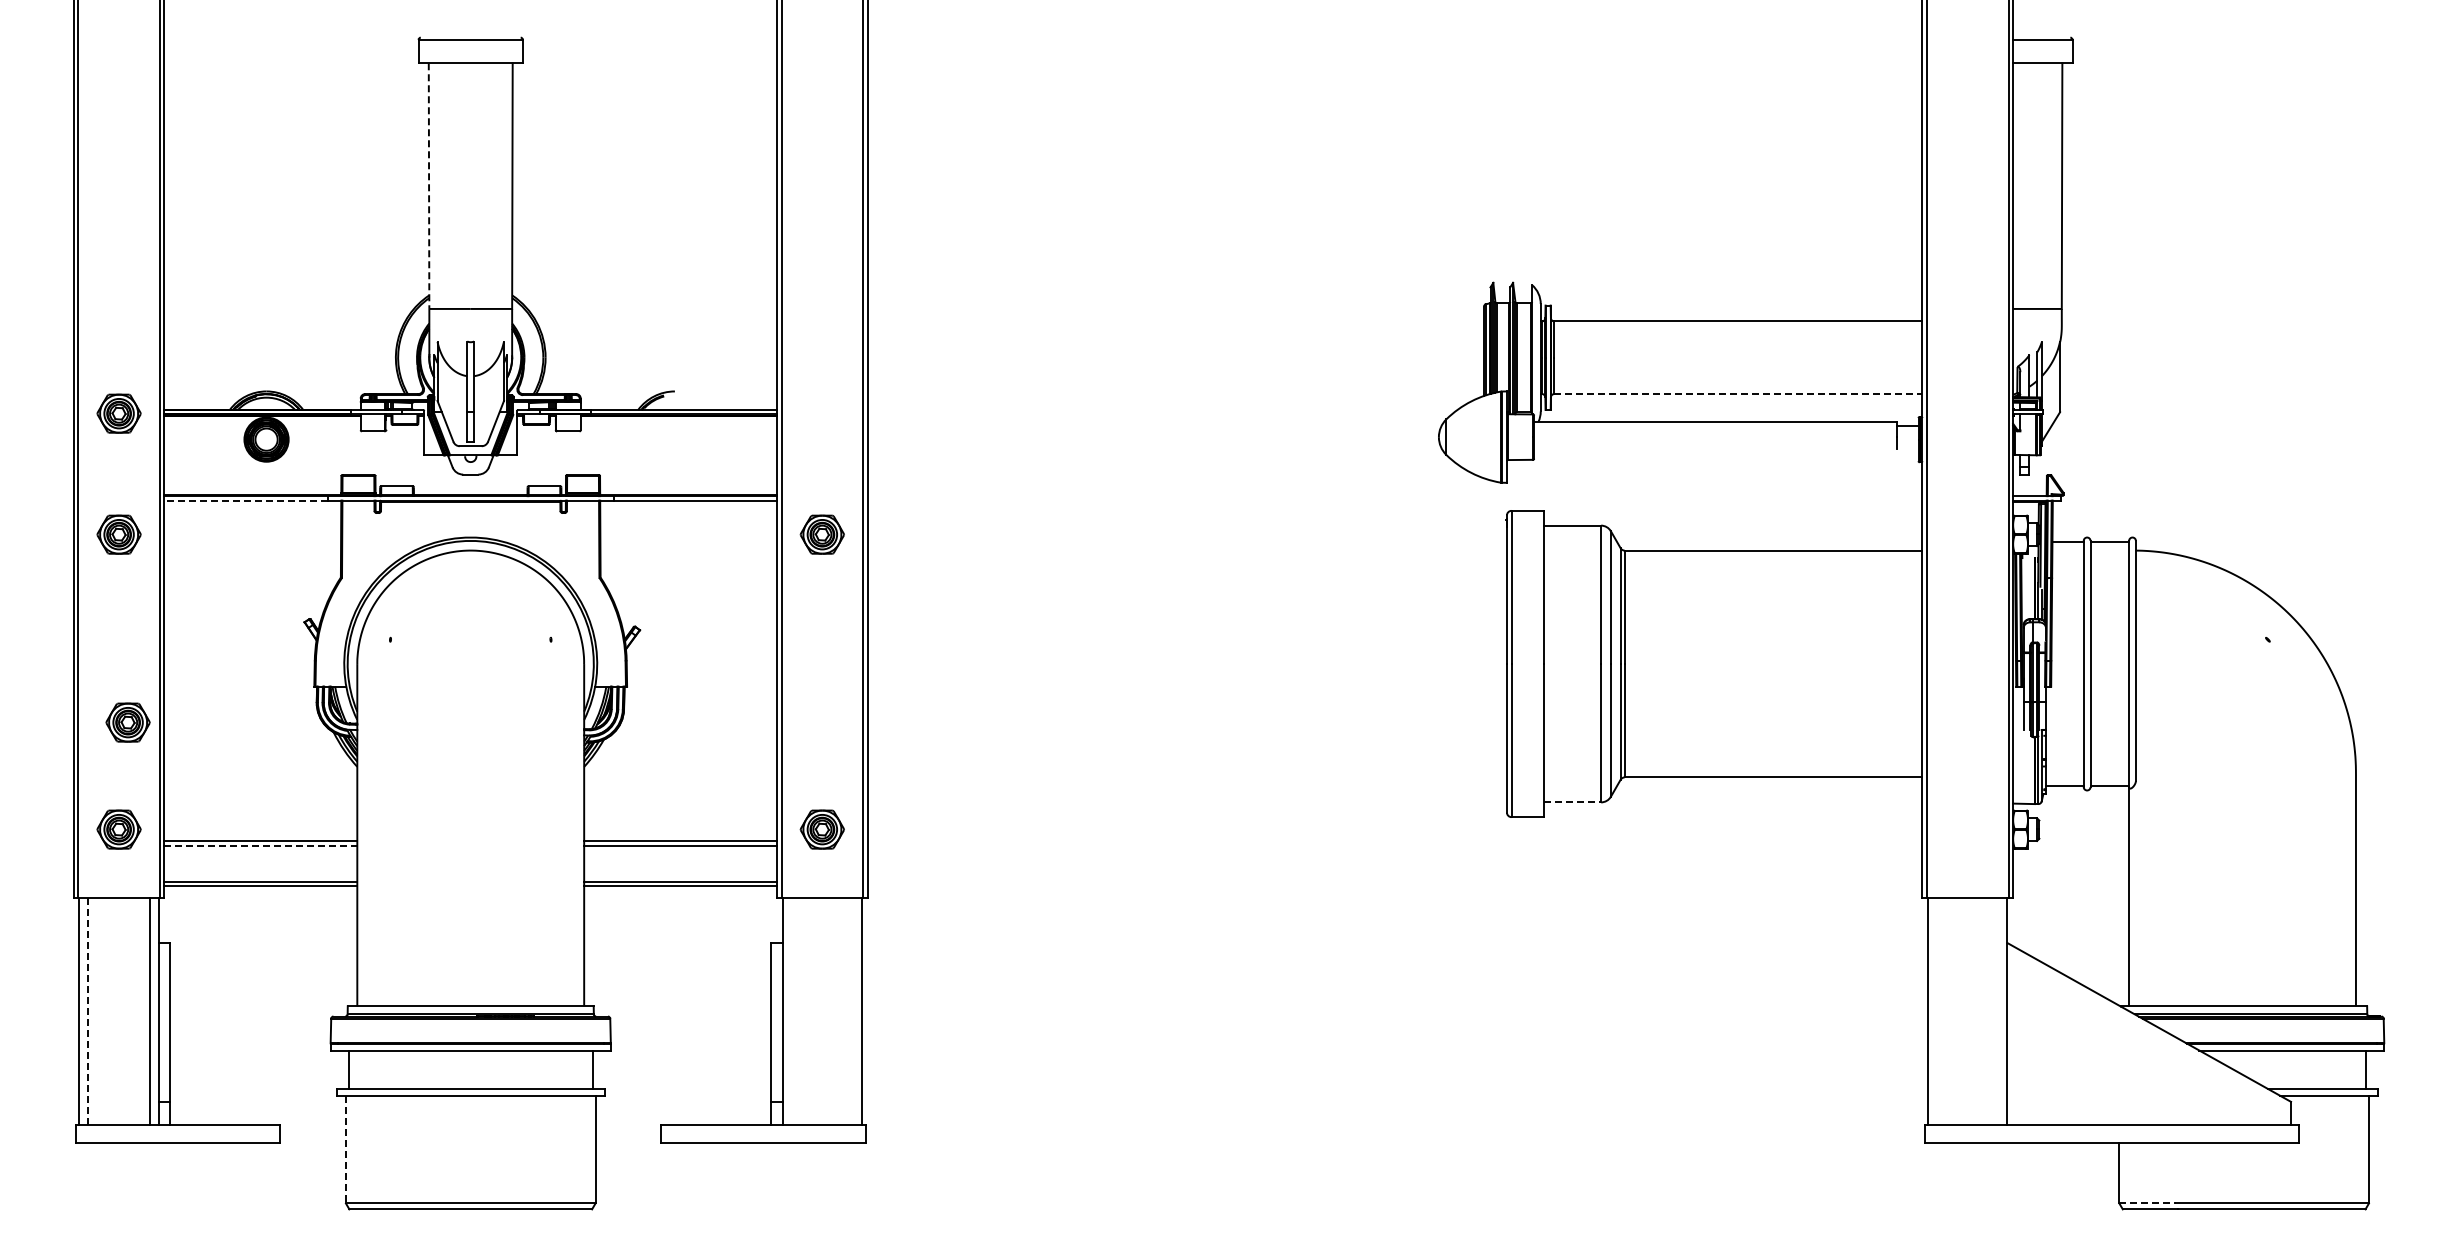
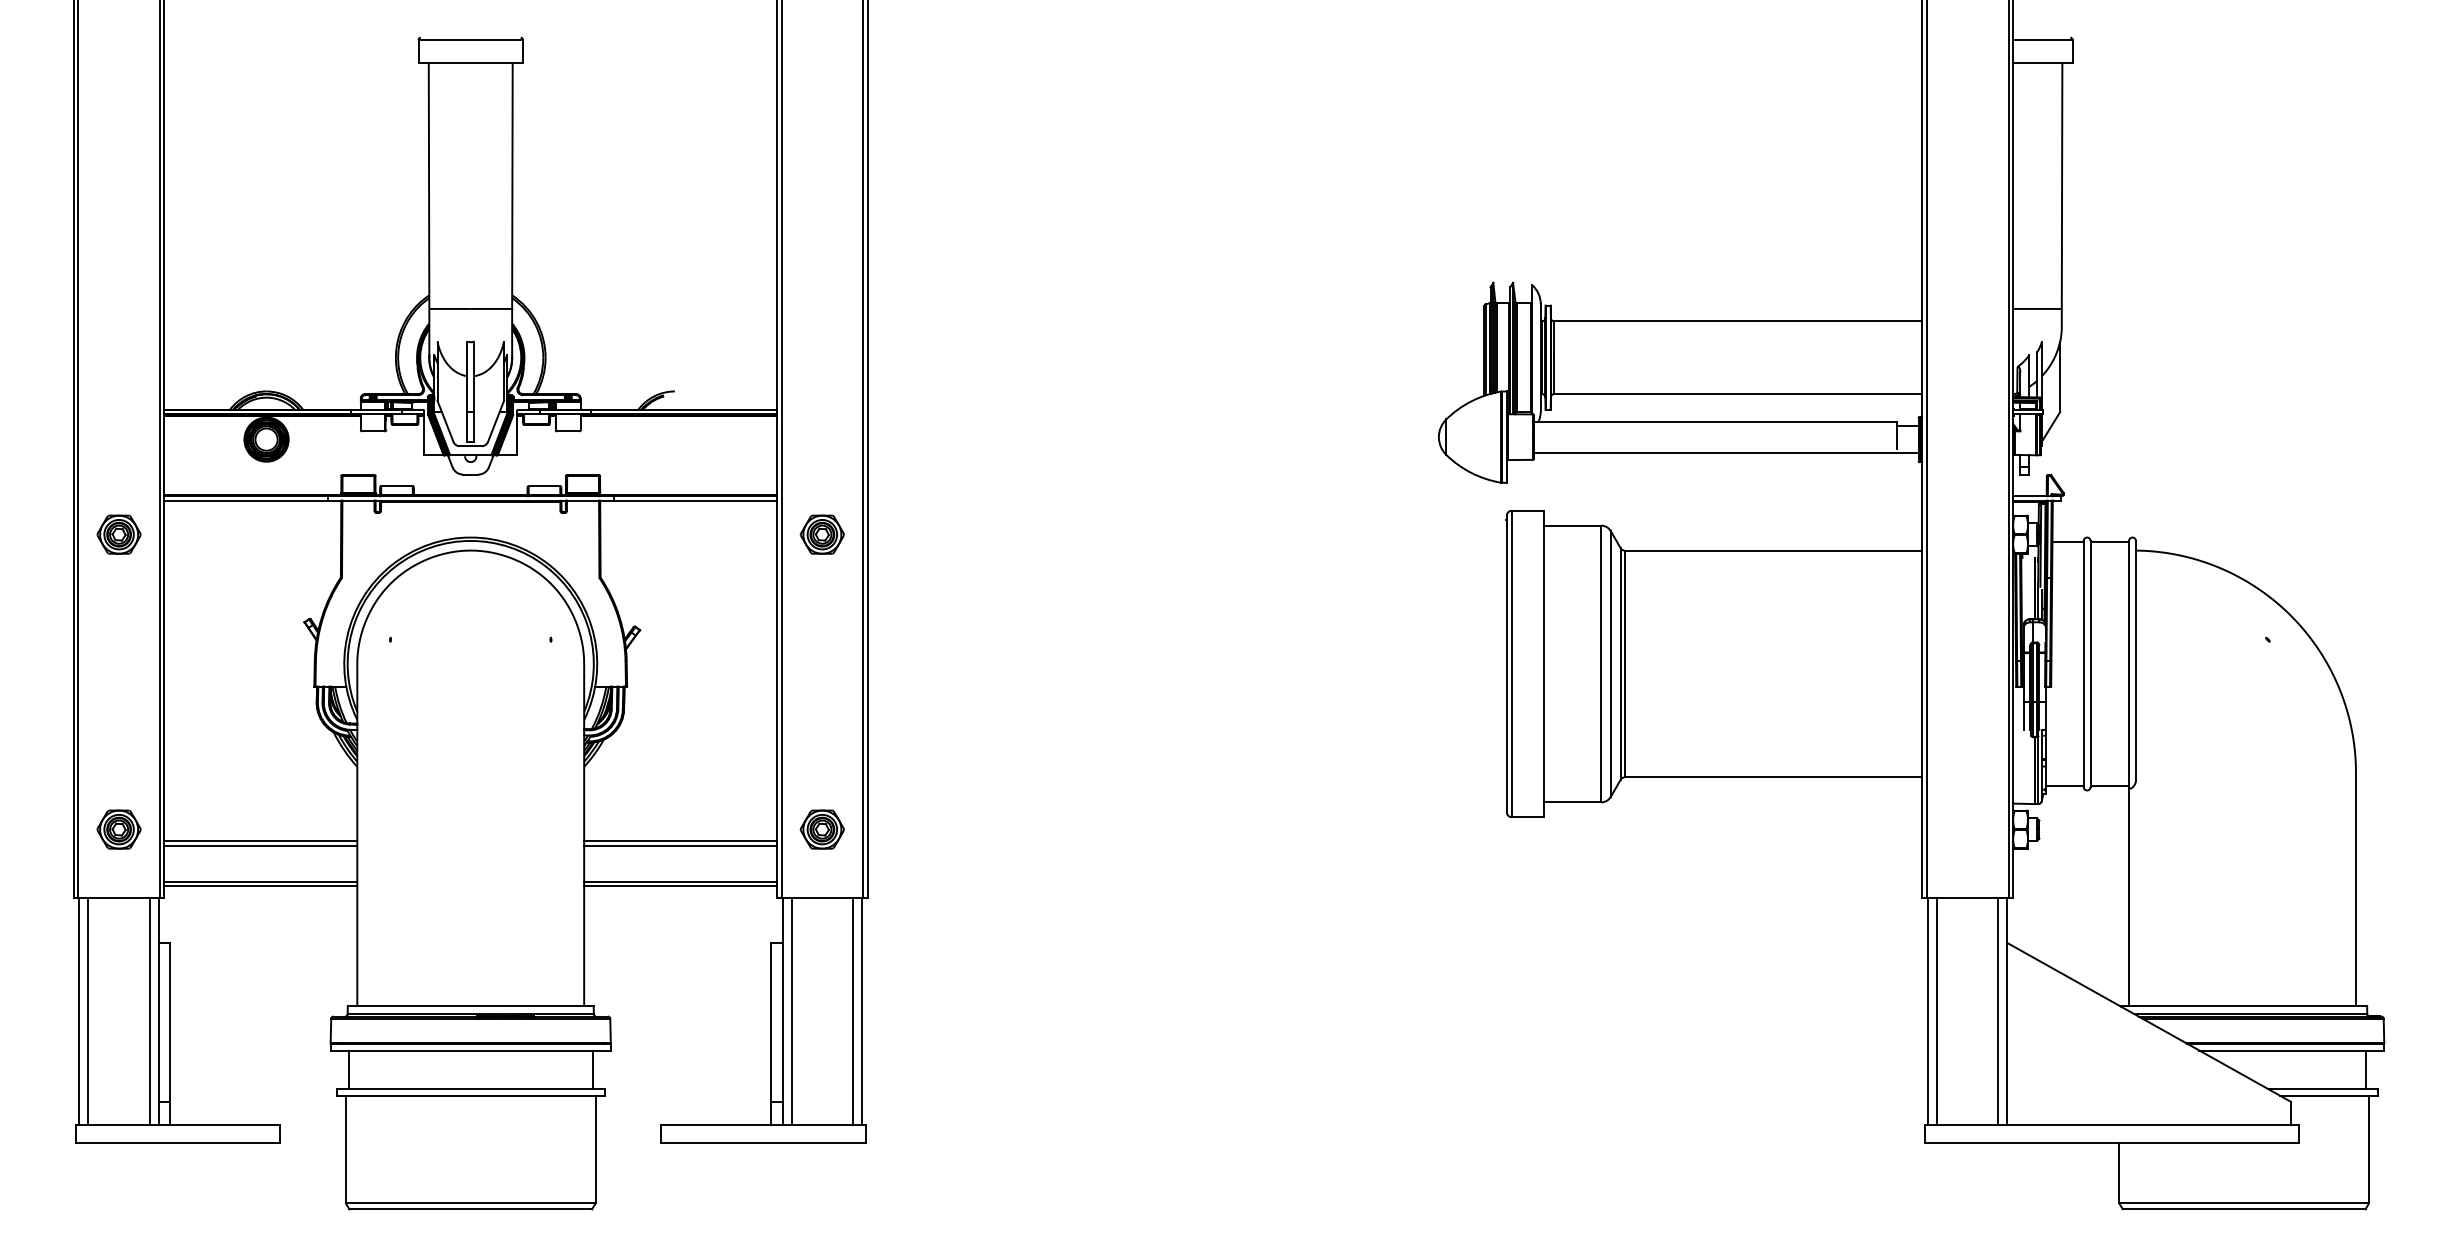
line at (429, 186): dashed -> solid
line at (1738, 394): dashed -> solid
part at (118, 413): present -> none
line at (1726, 453): none -> present
line at (246, 500): dashed -> solid
part at (127, 722): present -> none
line at (1573, 802): dashed -> solid
line at (261, 845): dashed -> solid
line at (88, 1010): dashed -> solid
line at (791, 1010): none -> present
line at (853, 1010): none -> present
line at (1937, 1010): none -> present
line at (1998, 1010): none -> present
line at (345, 1149): dashed -> solid
line at (2148, 1203): dashed -> solid
